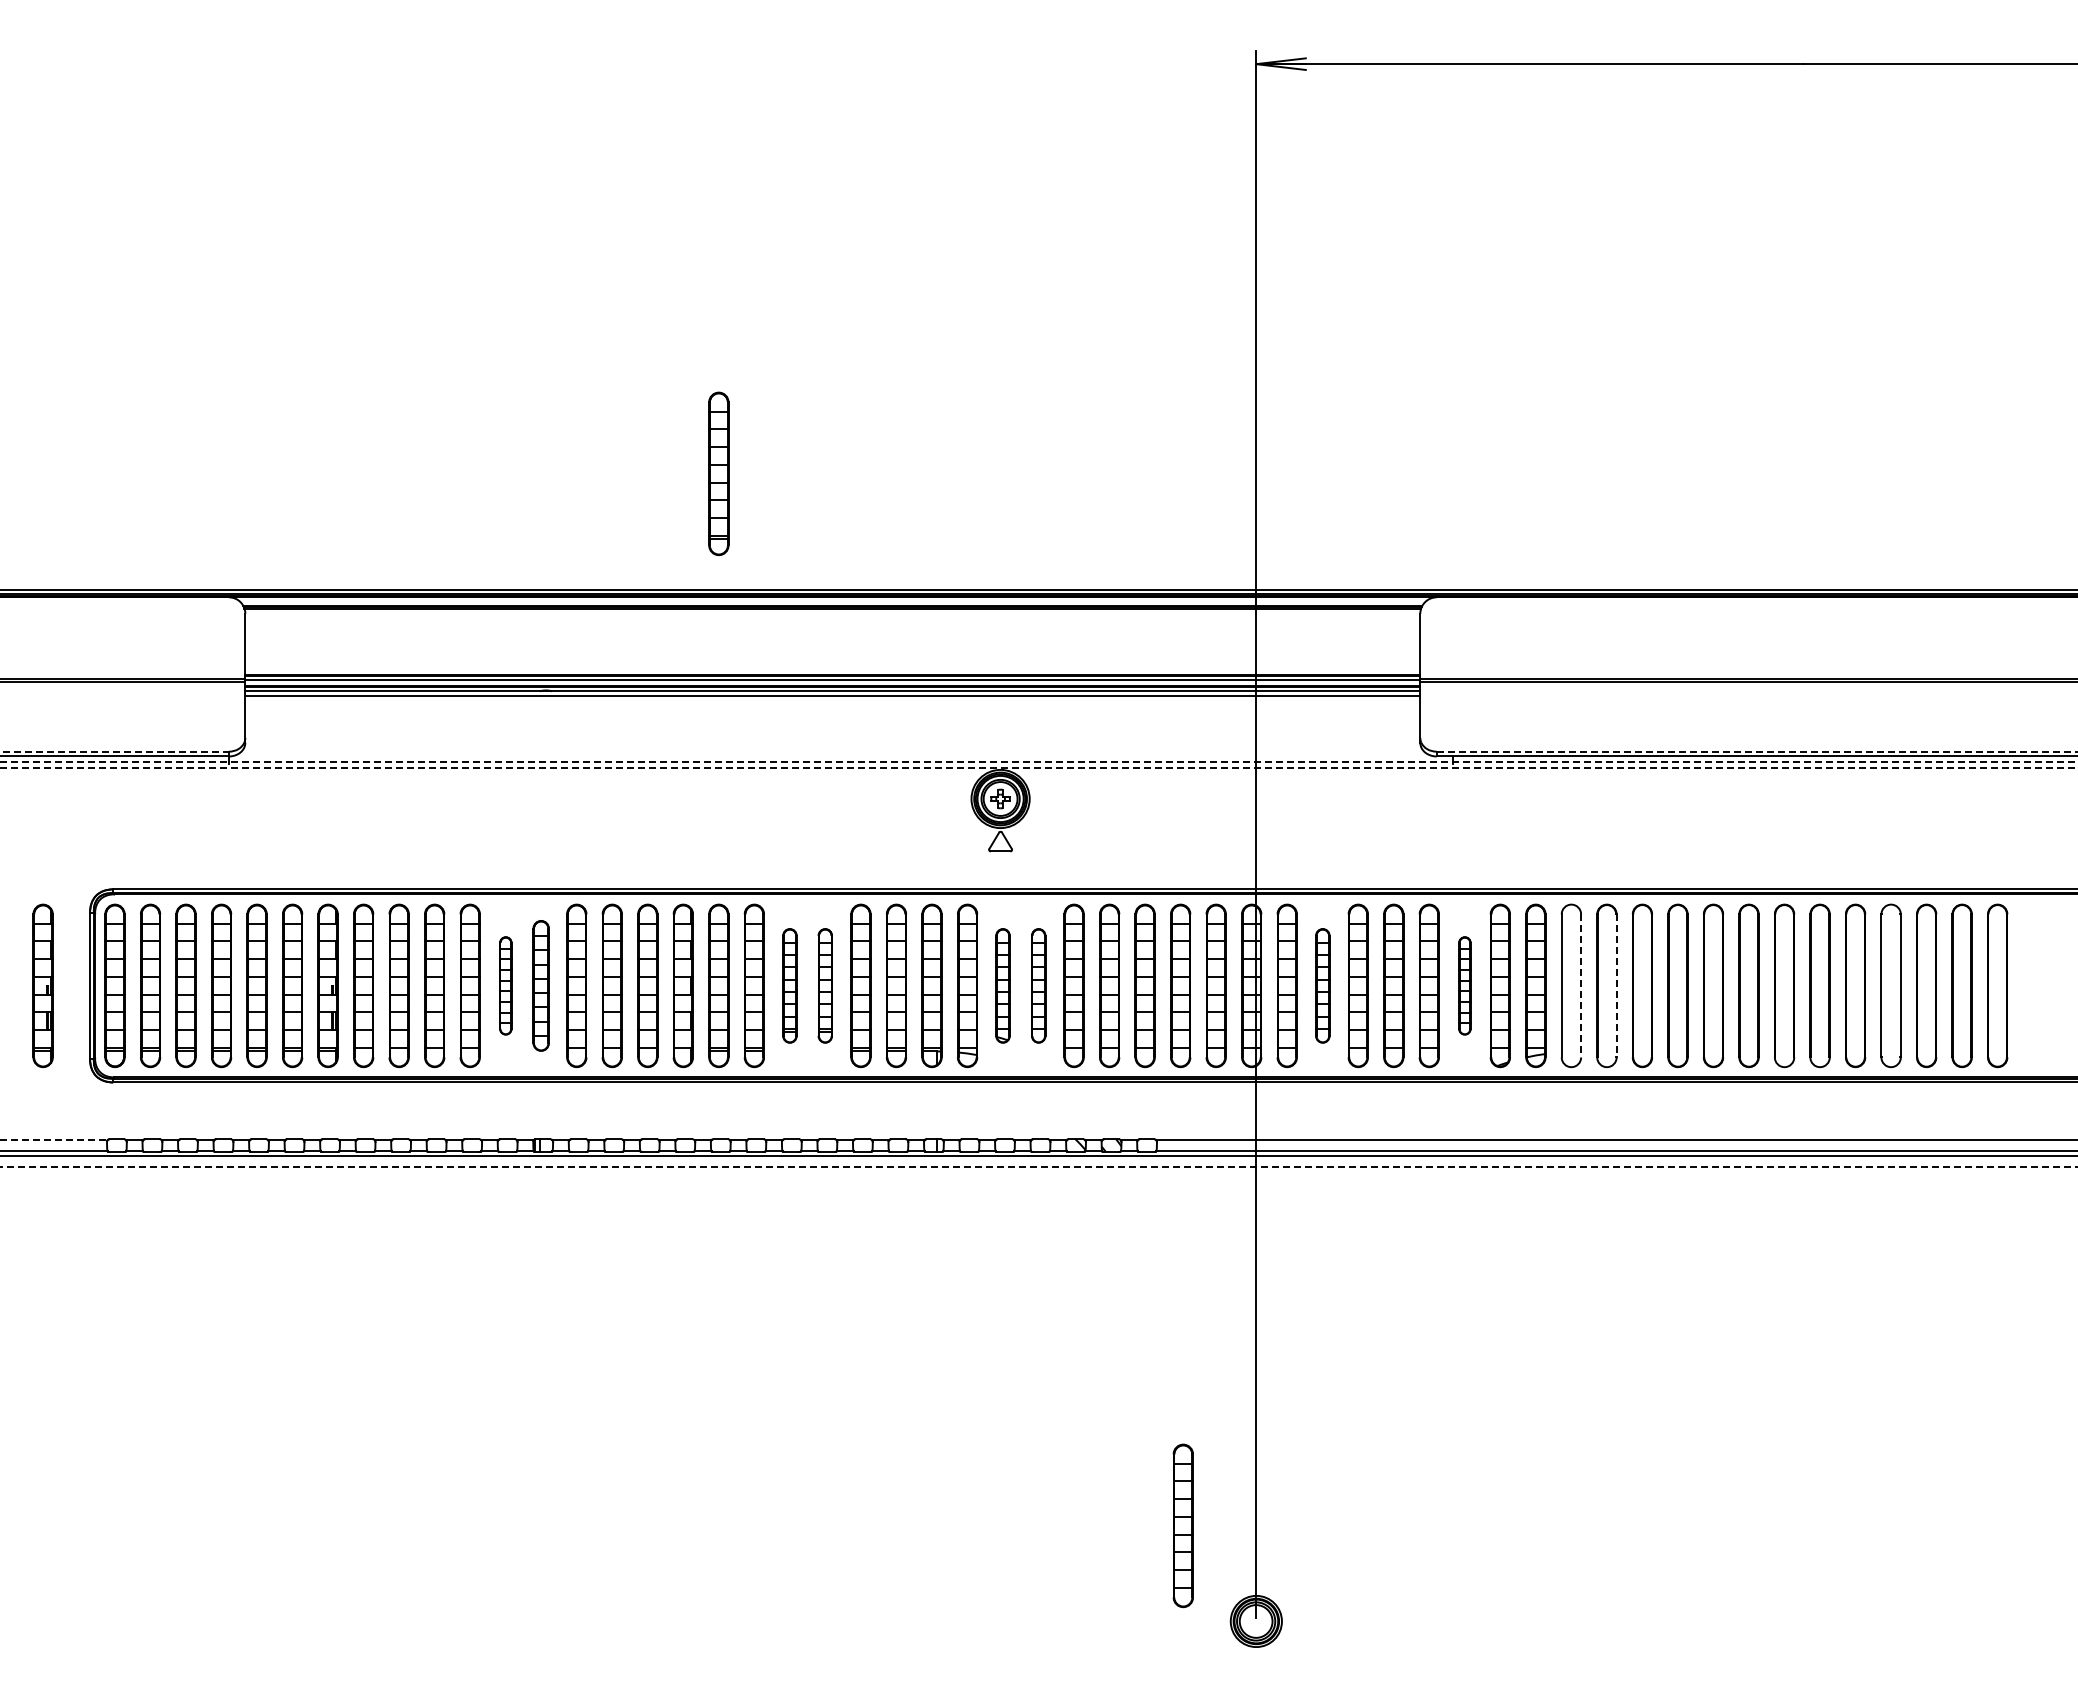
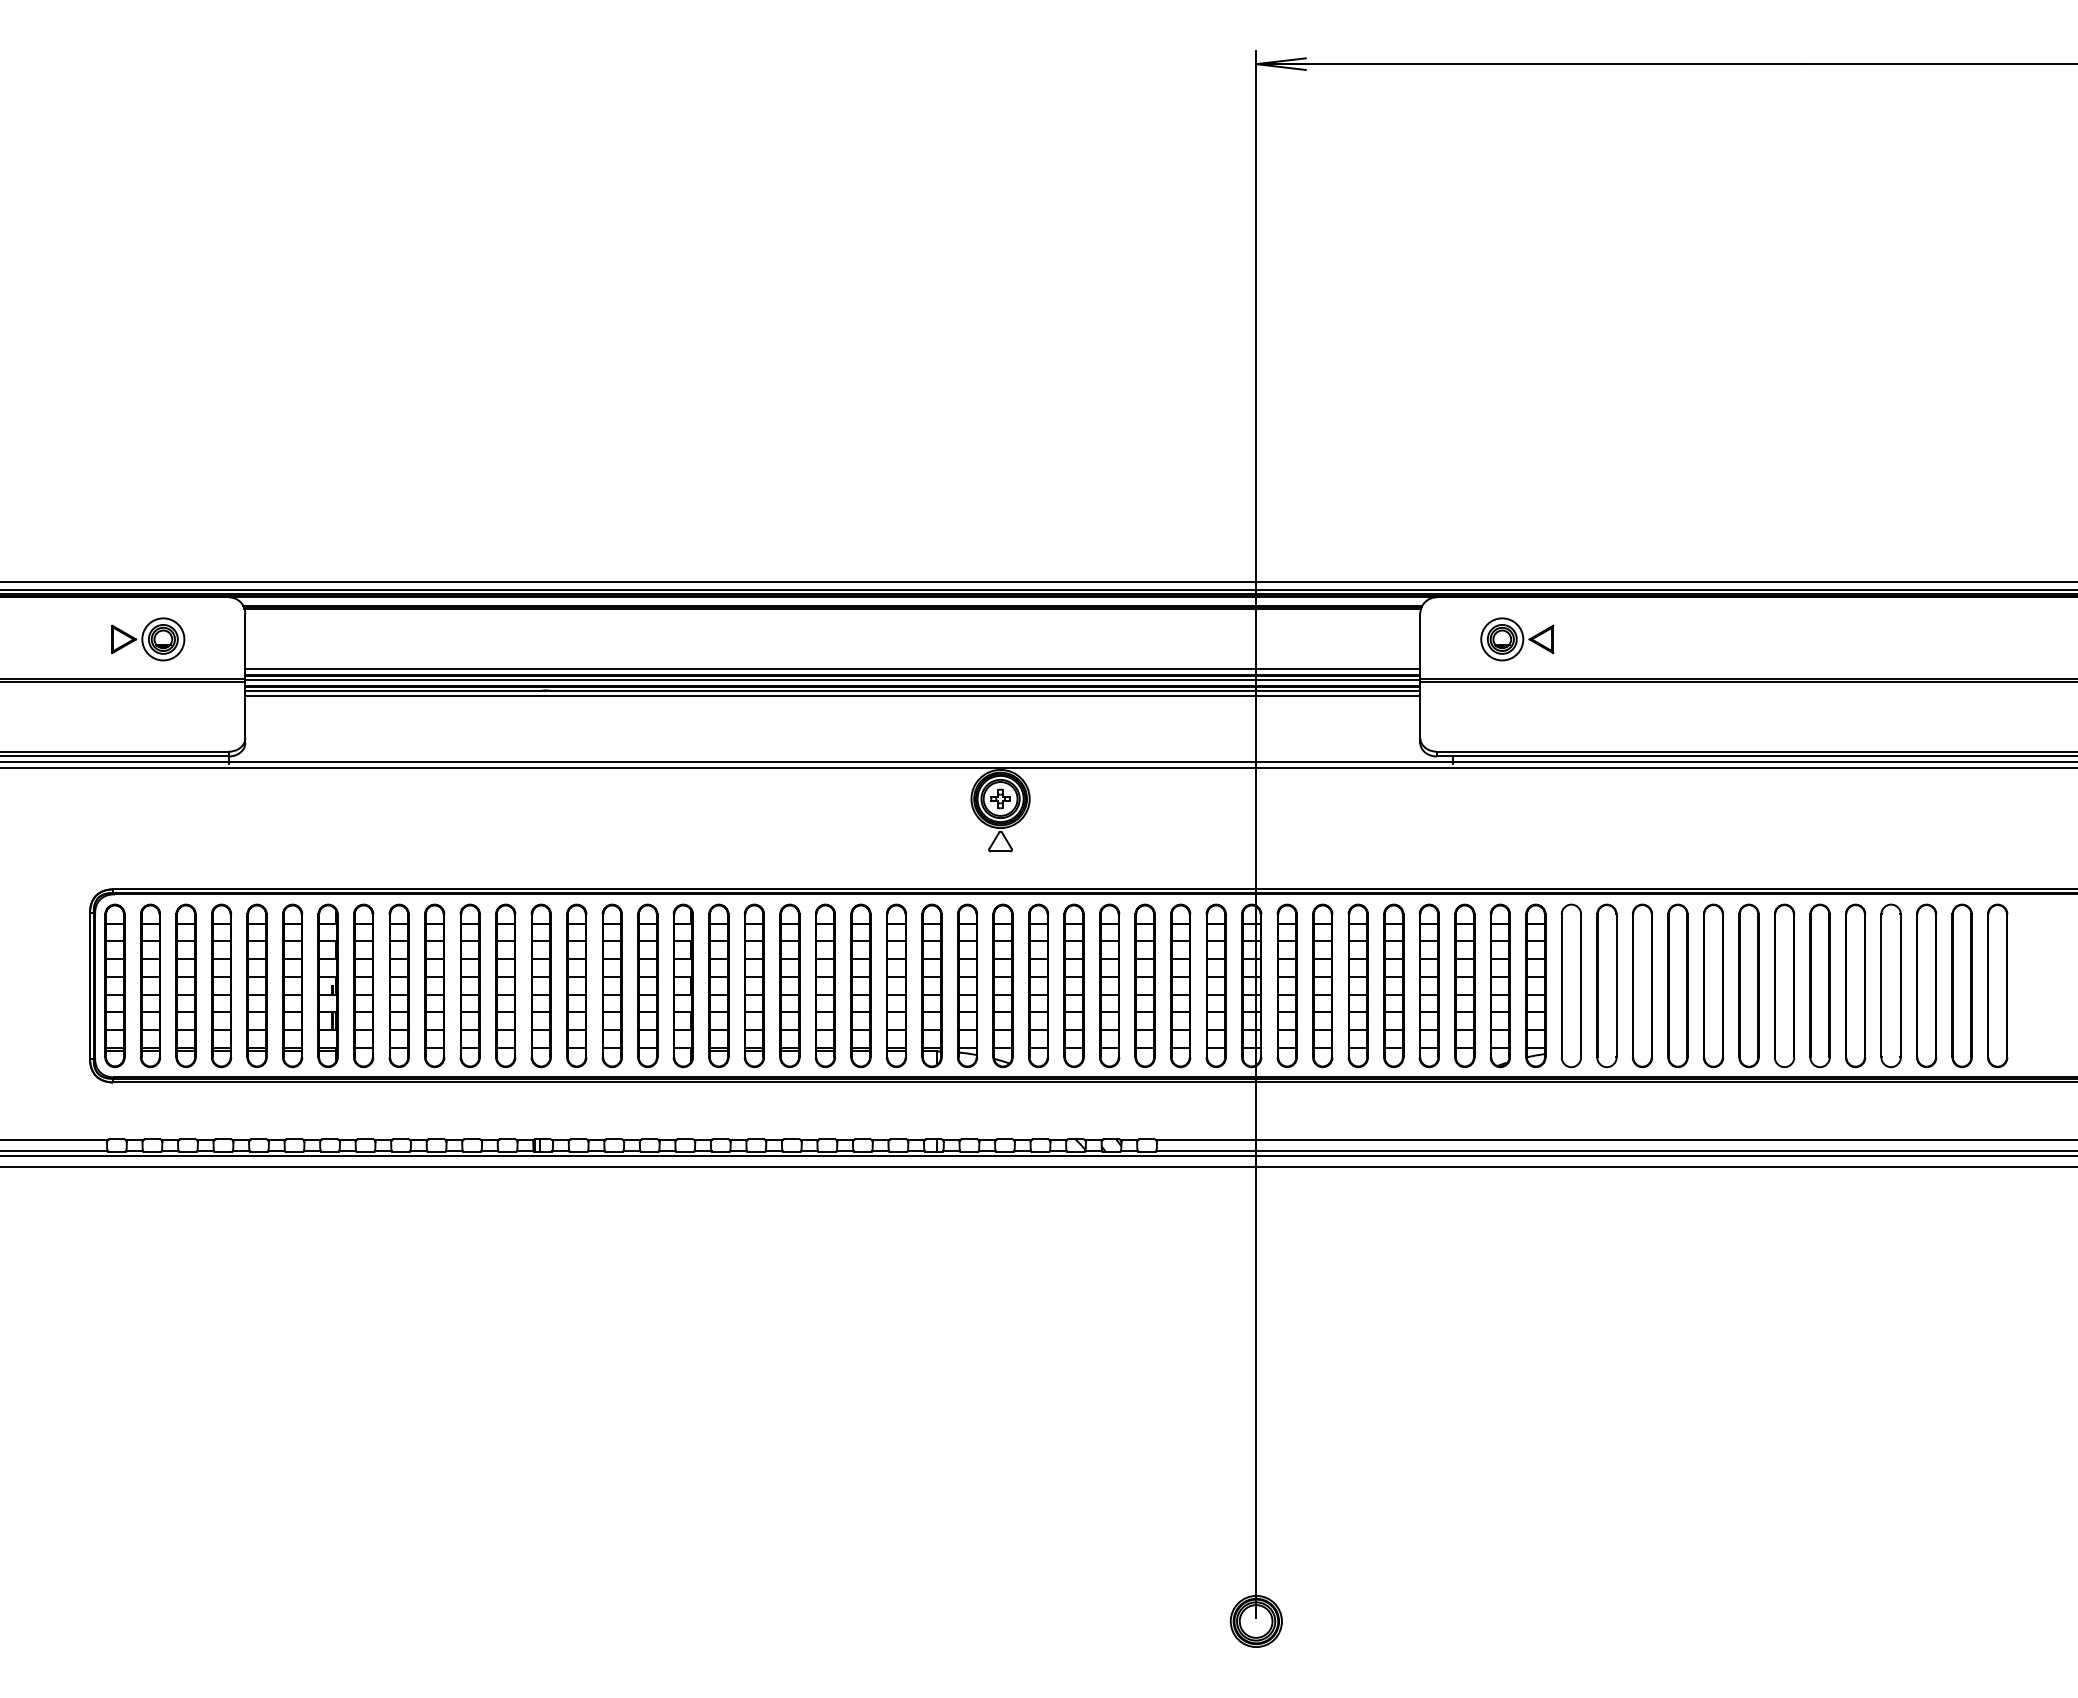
part at (718, 473): present -> none
line at (1038, 582): none -> present
part at (148, 639): none -> present
part at (1517, 639): none -> present
line at (832, 669): none -> present
line at (115, 751): dashed -> solid
line at (1757, 751): dashed -> solid
line at (1038, 762): dashed -> solid
line at (1038, 768): dashed -> solid
part at (42, 985): present -> none
part at (505, 985) size: 14x100 px -> 22x166 px
part at (540, 985) size: 18x132 px -> 22x166 px
part at (789, 985) size: 16x116 px -> 22x166 px
part at (824, 985) size: 16x116 px -> 22x166 px
part at (1002, 985) size: 16x116 px -> 22x166 px
part at (1038, 985) size: 16x116 px -> 22x166 px
part at (1322, 985) size: 16x116 px -> 22x166 px
part at (1464, 985) size: 14x100 px -> 22x166 px
line at (1581, 985): dashed -> solid
line at (1616, 985): dashed -> solid
line at (54, 1140): dashed -> solid
line at (1038, 1166): dashed -> solid
part at (1182, 1525): present -> none
